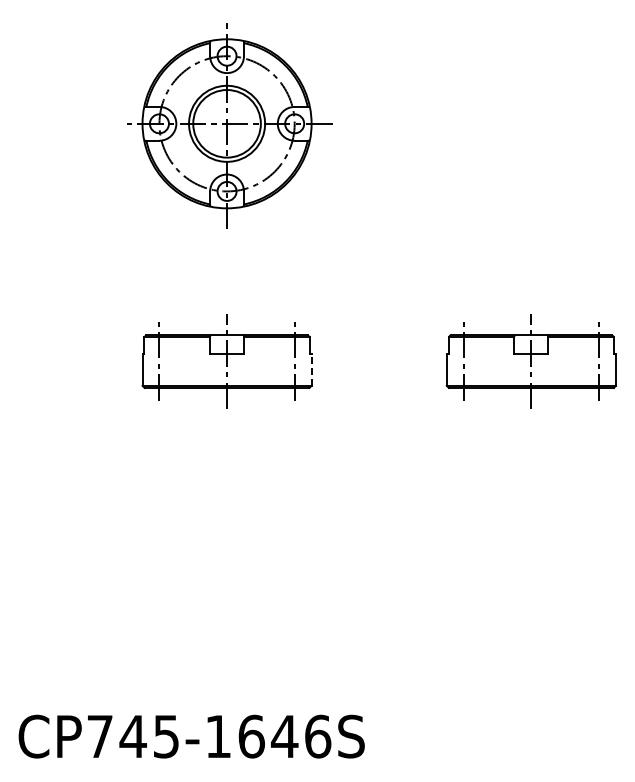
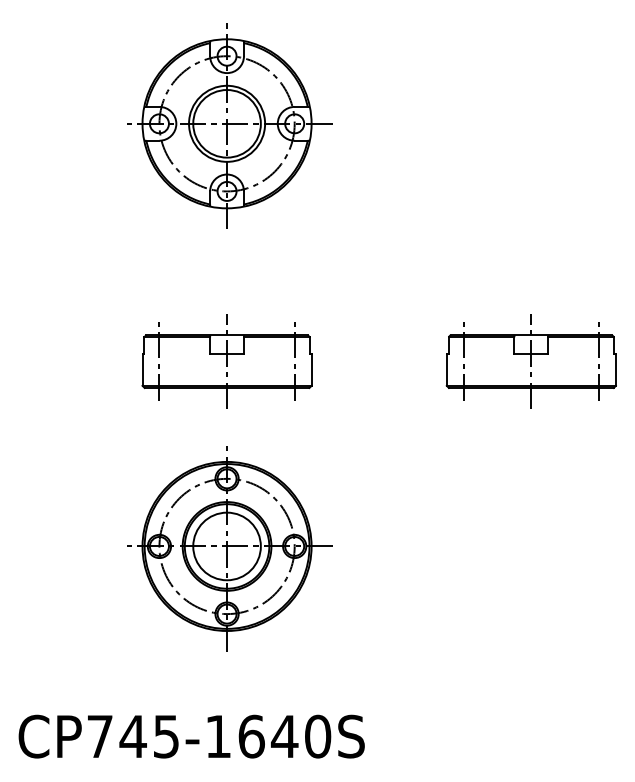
line at (311, 370): dashed -> solid
part at (229, 548): none -> present
text at (318, 736): CP745-1646S -> CP745-1640S
